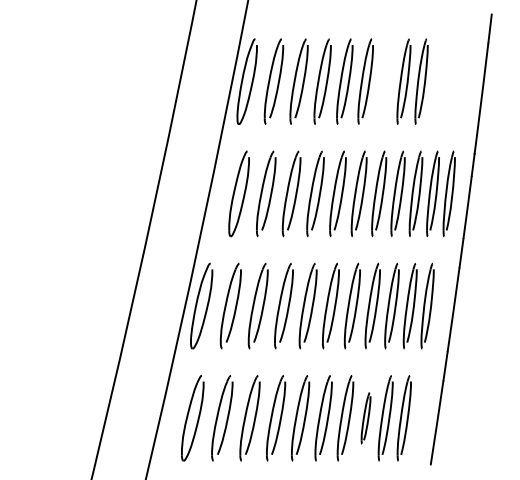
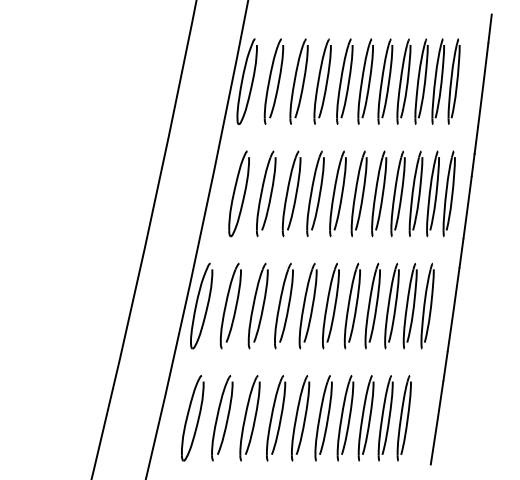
part at (385, 81): none -> present
part at (445, 81): none -> present
part at (365, 418) size: 12x53 px -> 18x87 px
